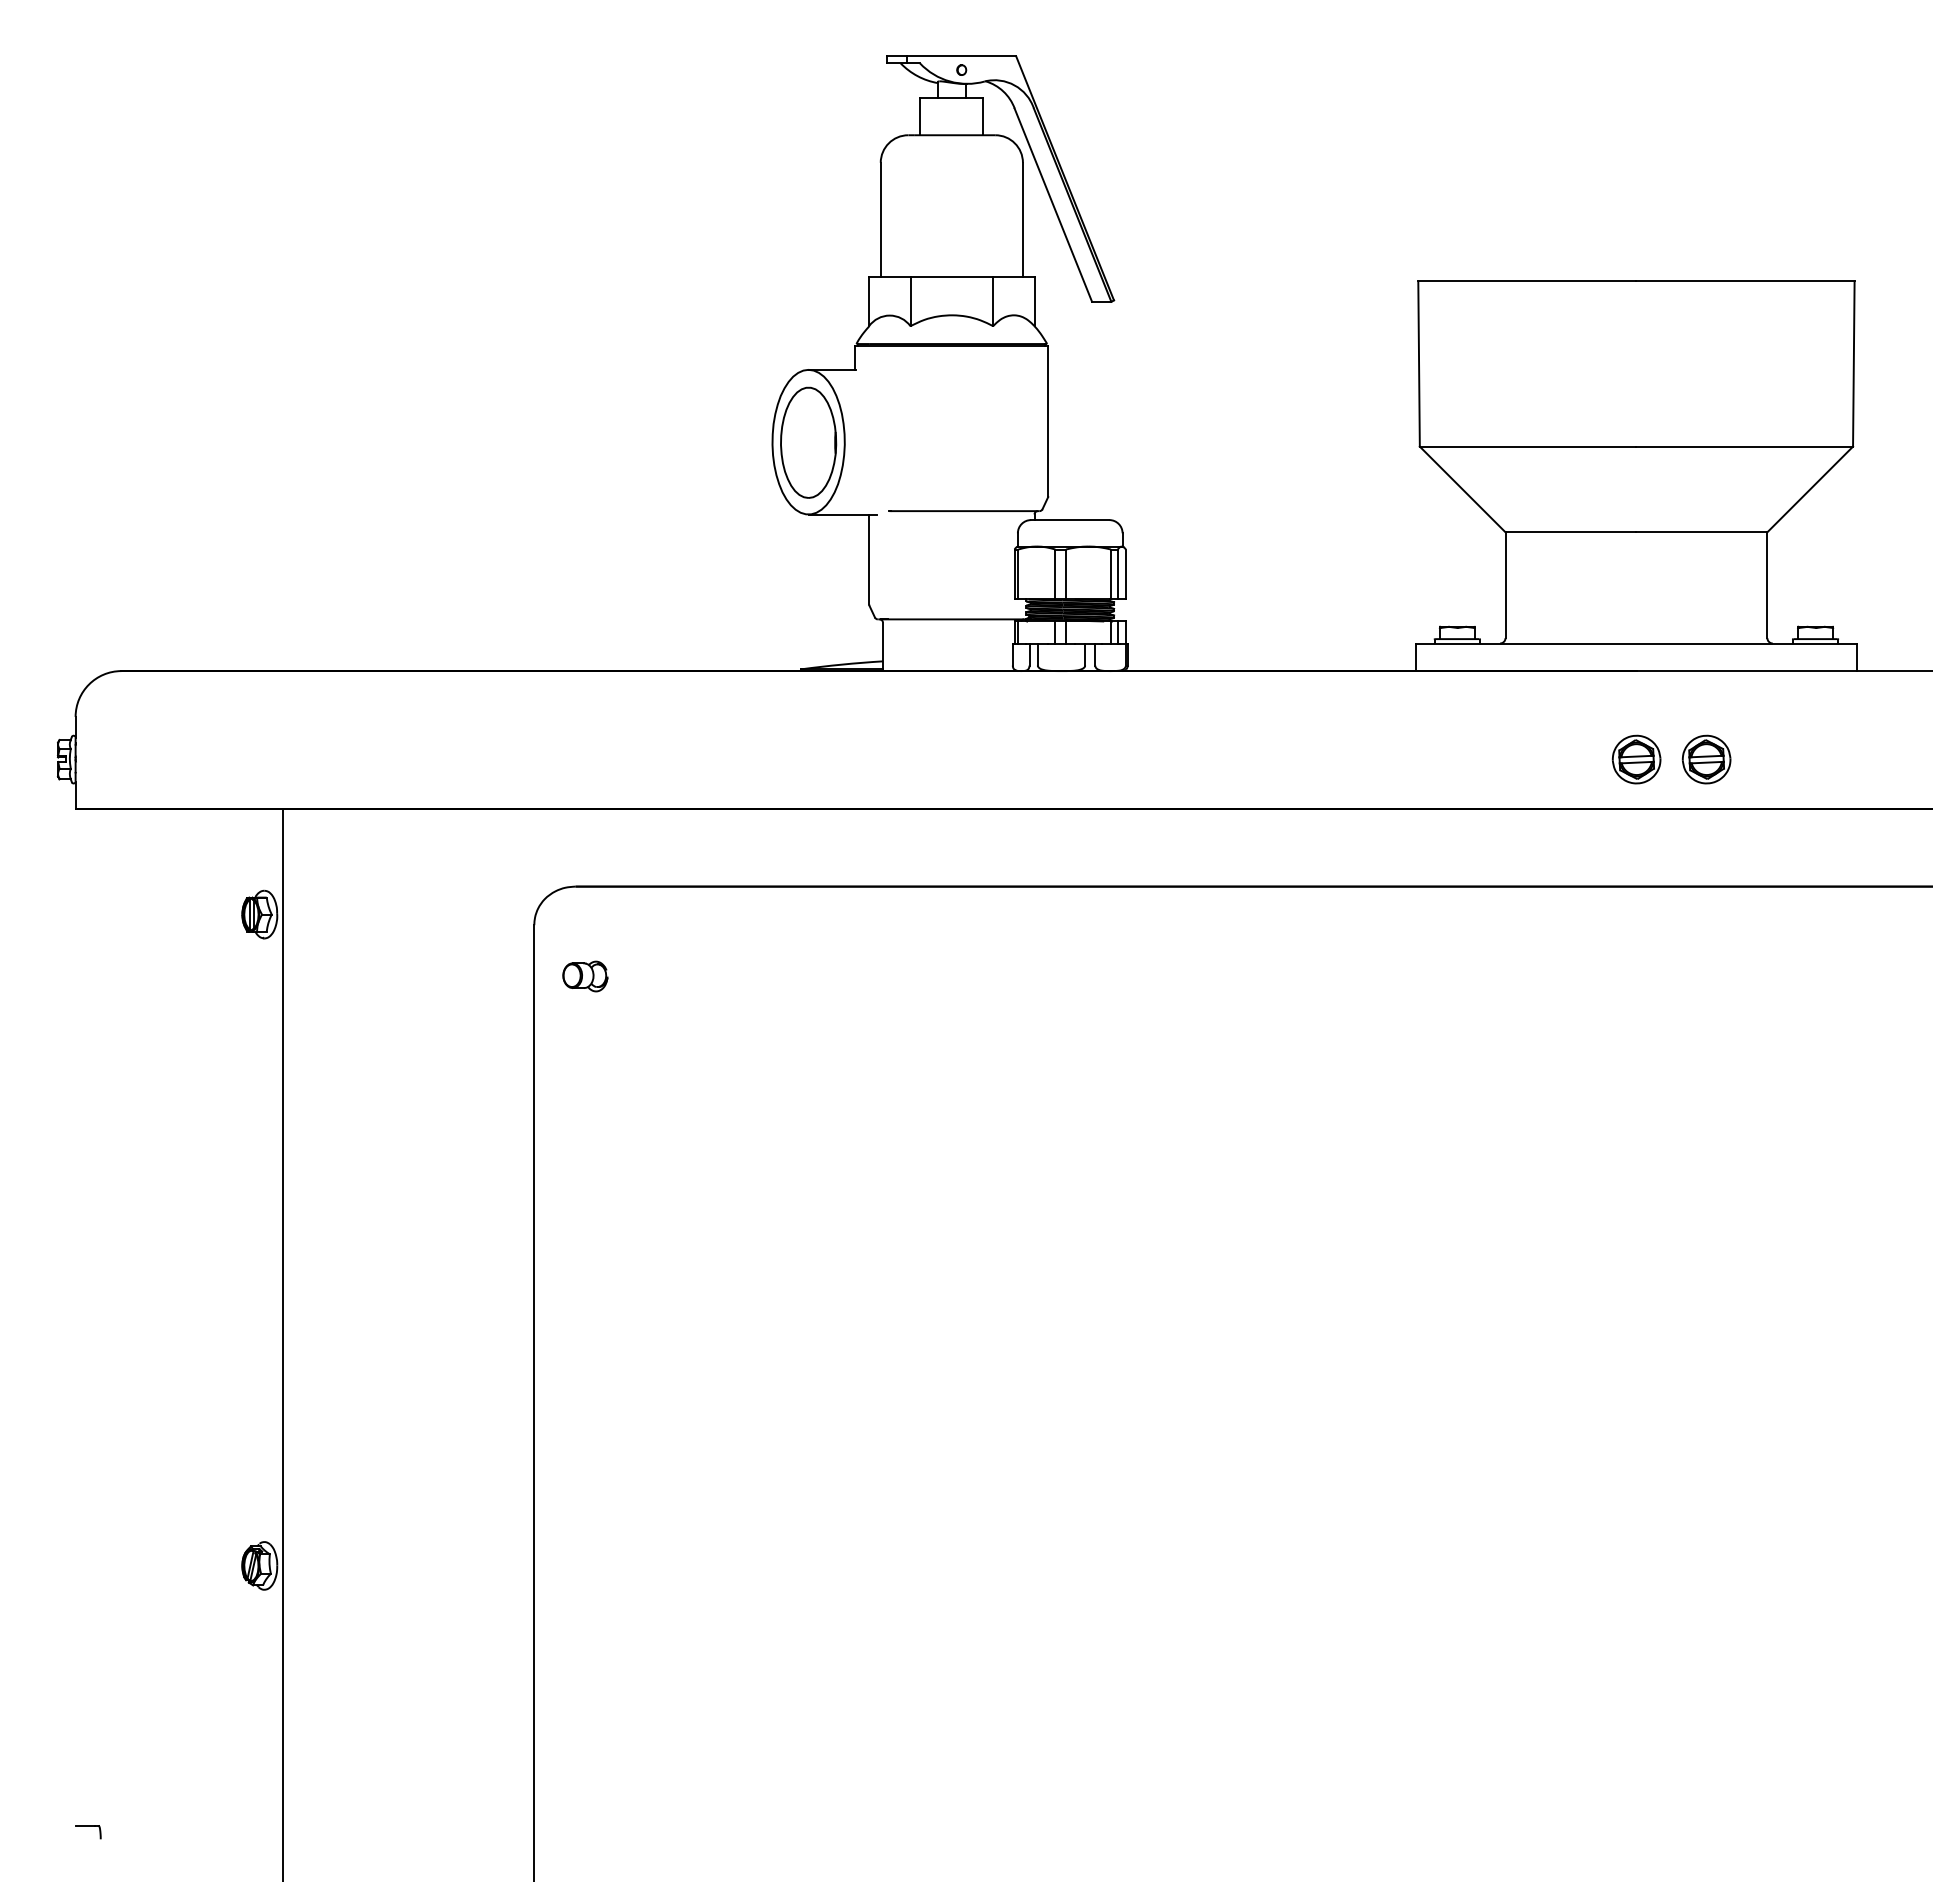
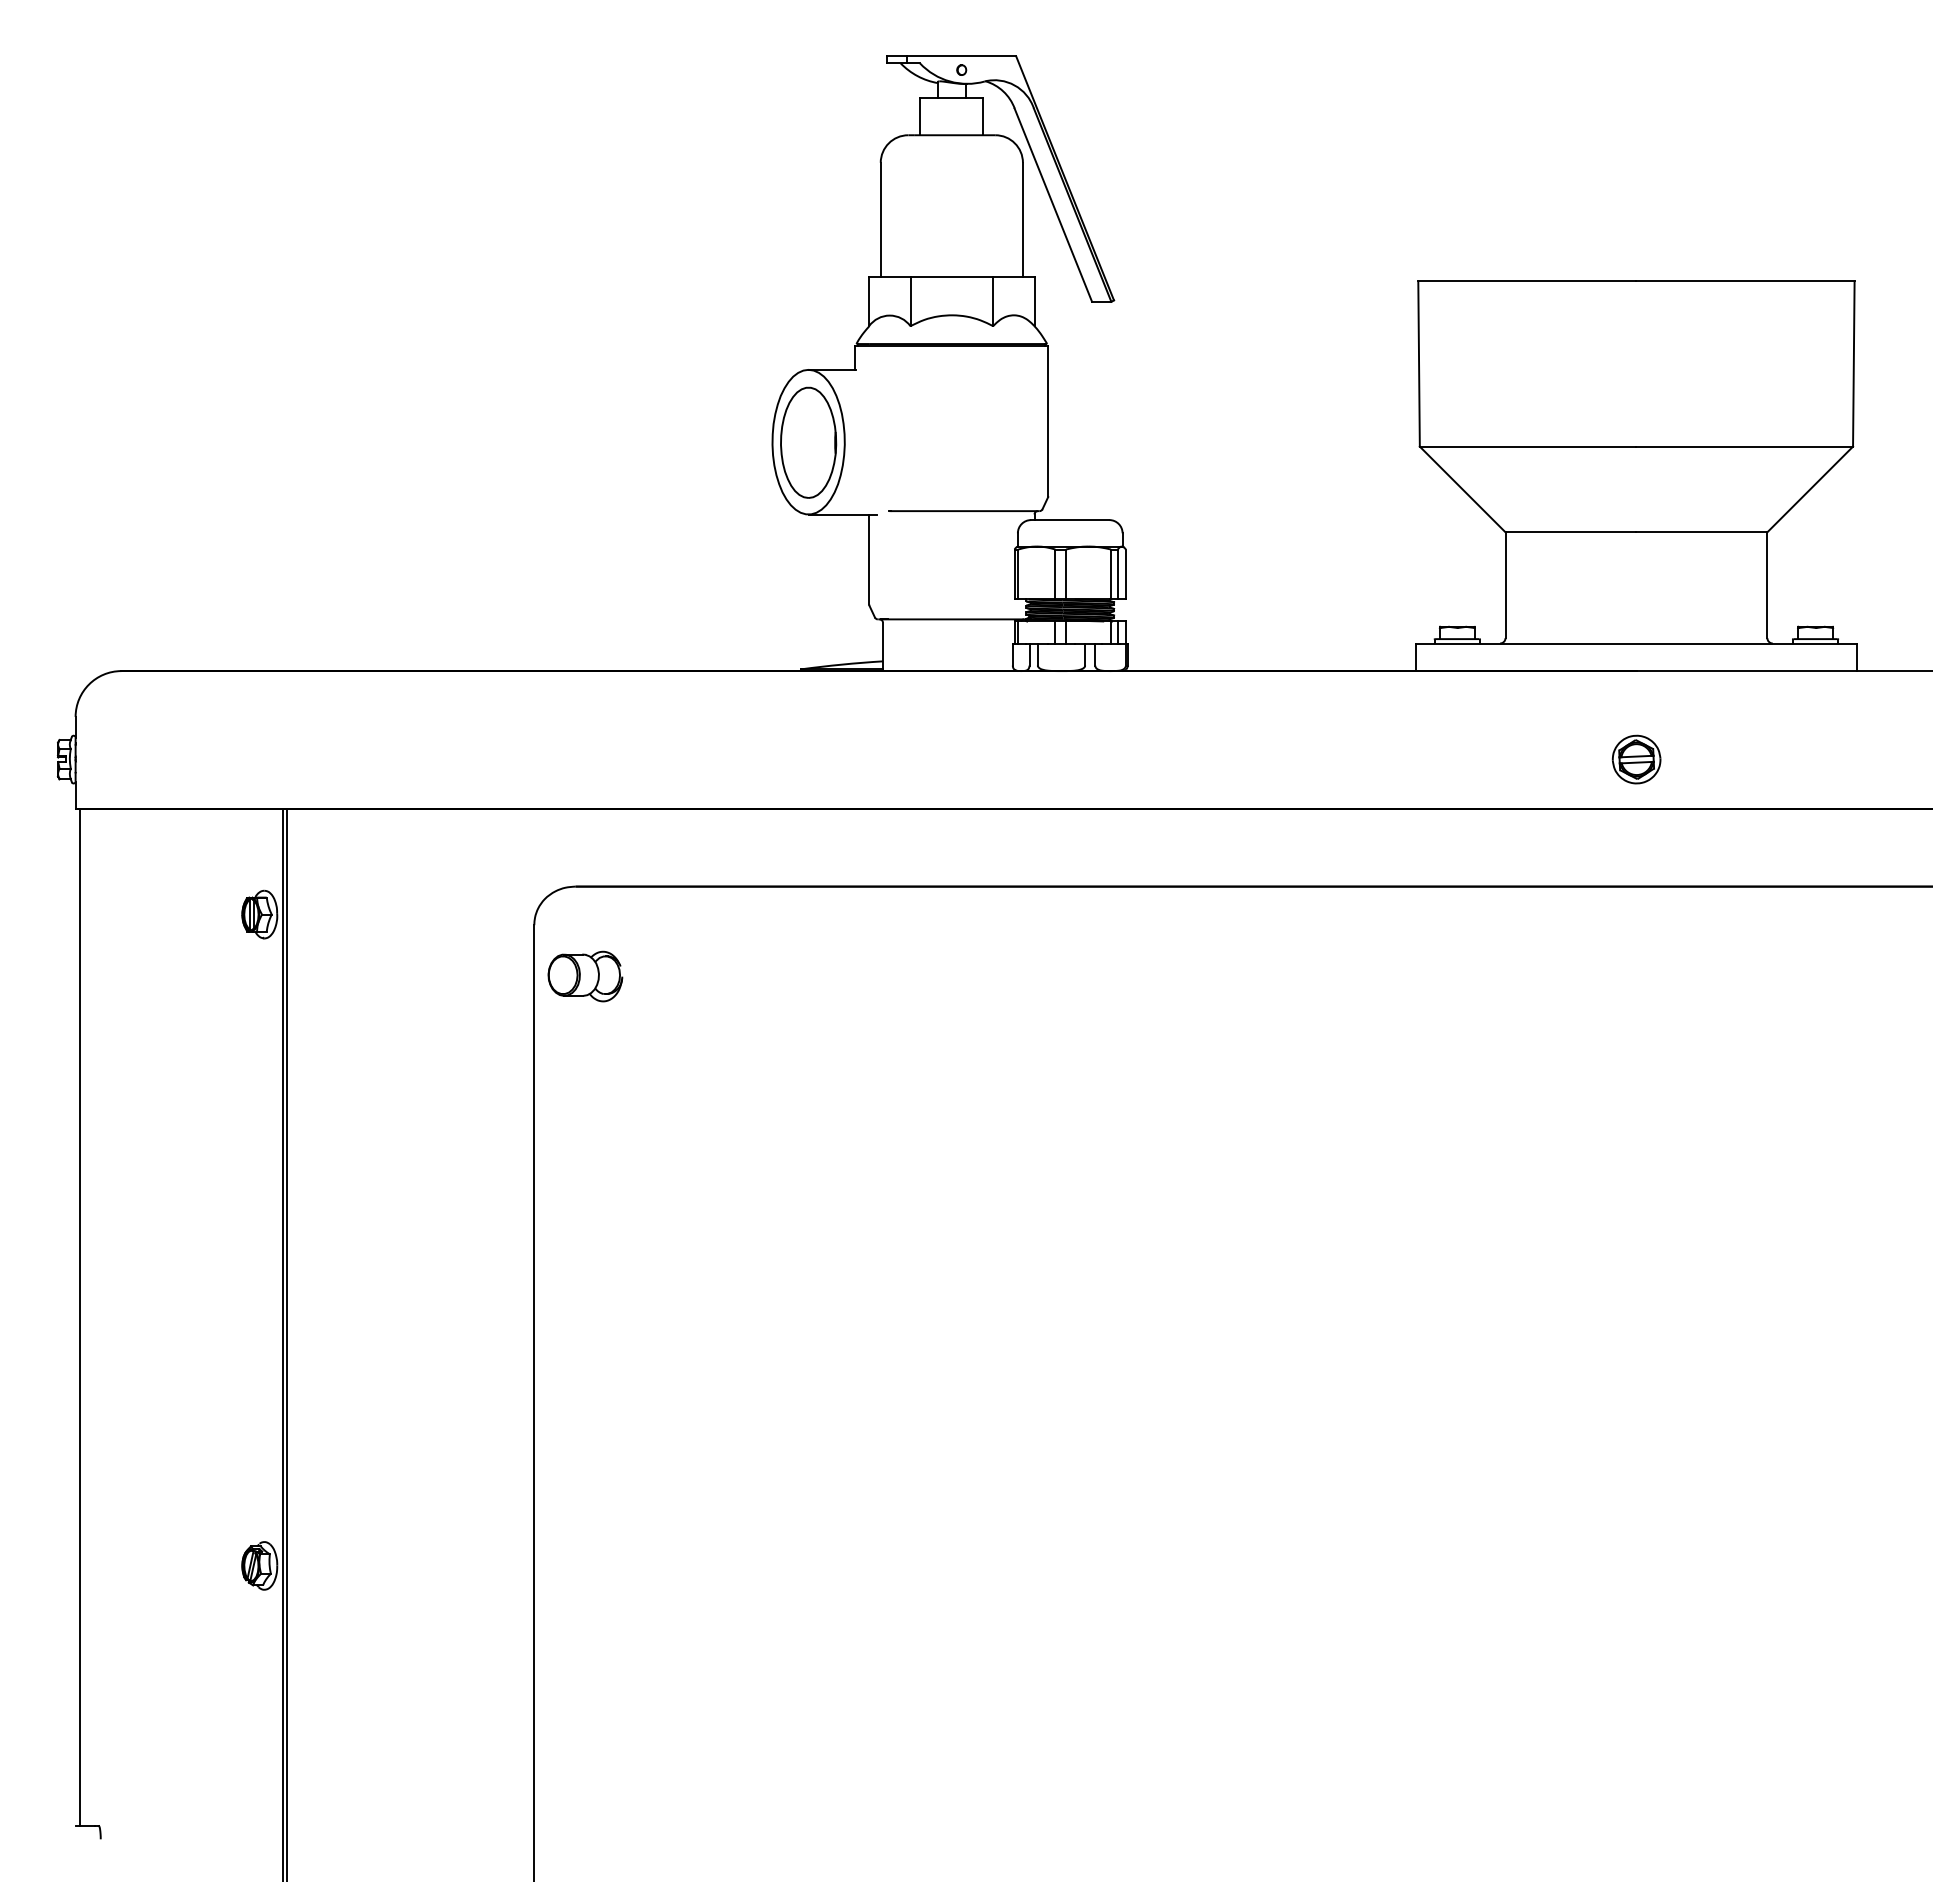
part at (1706, 759): present -> none
part at (585, 976) size: 47x33 px -> 77x53 px
line at (79, 1316): none -> present
line at (286, 1343): none -> present
